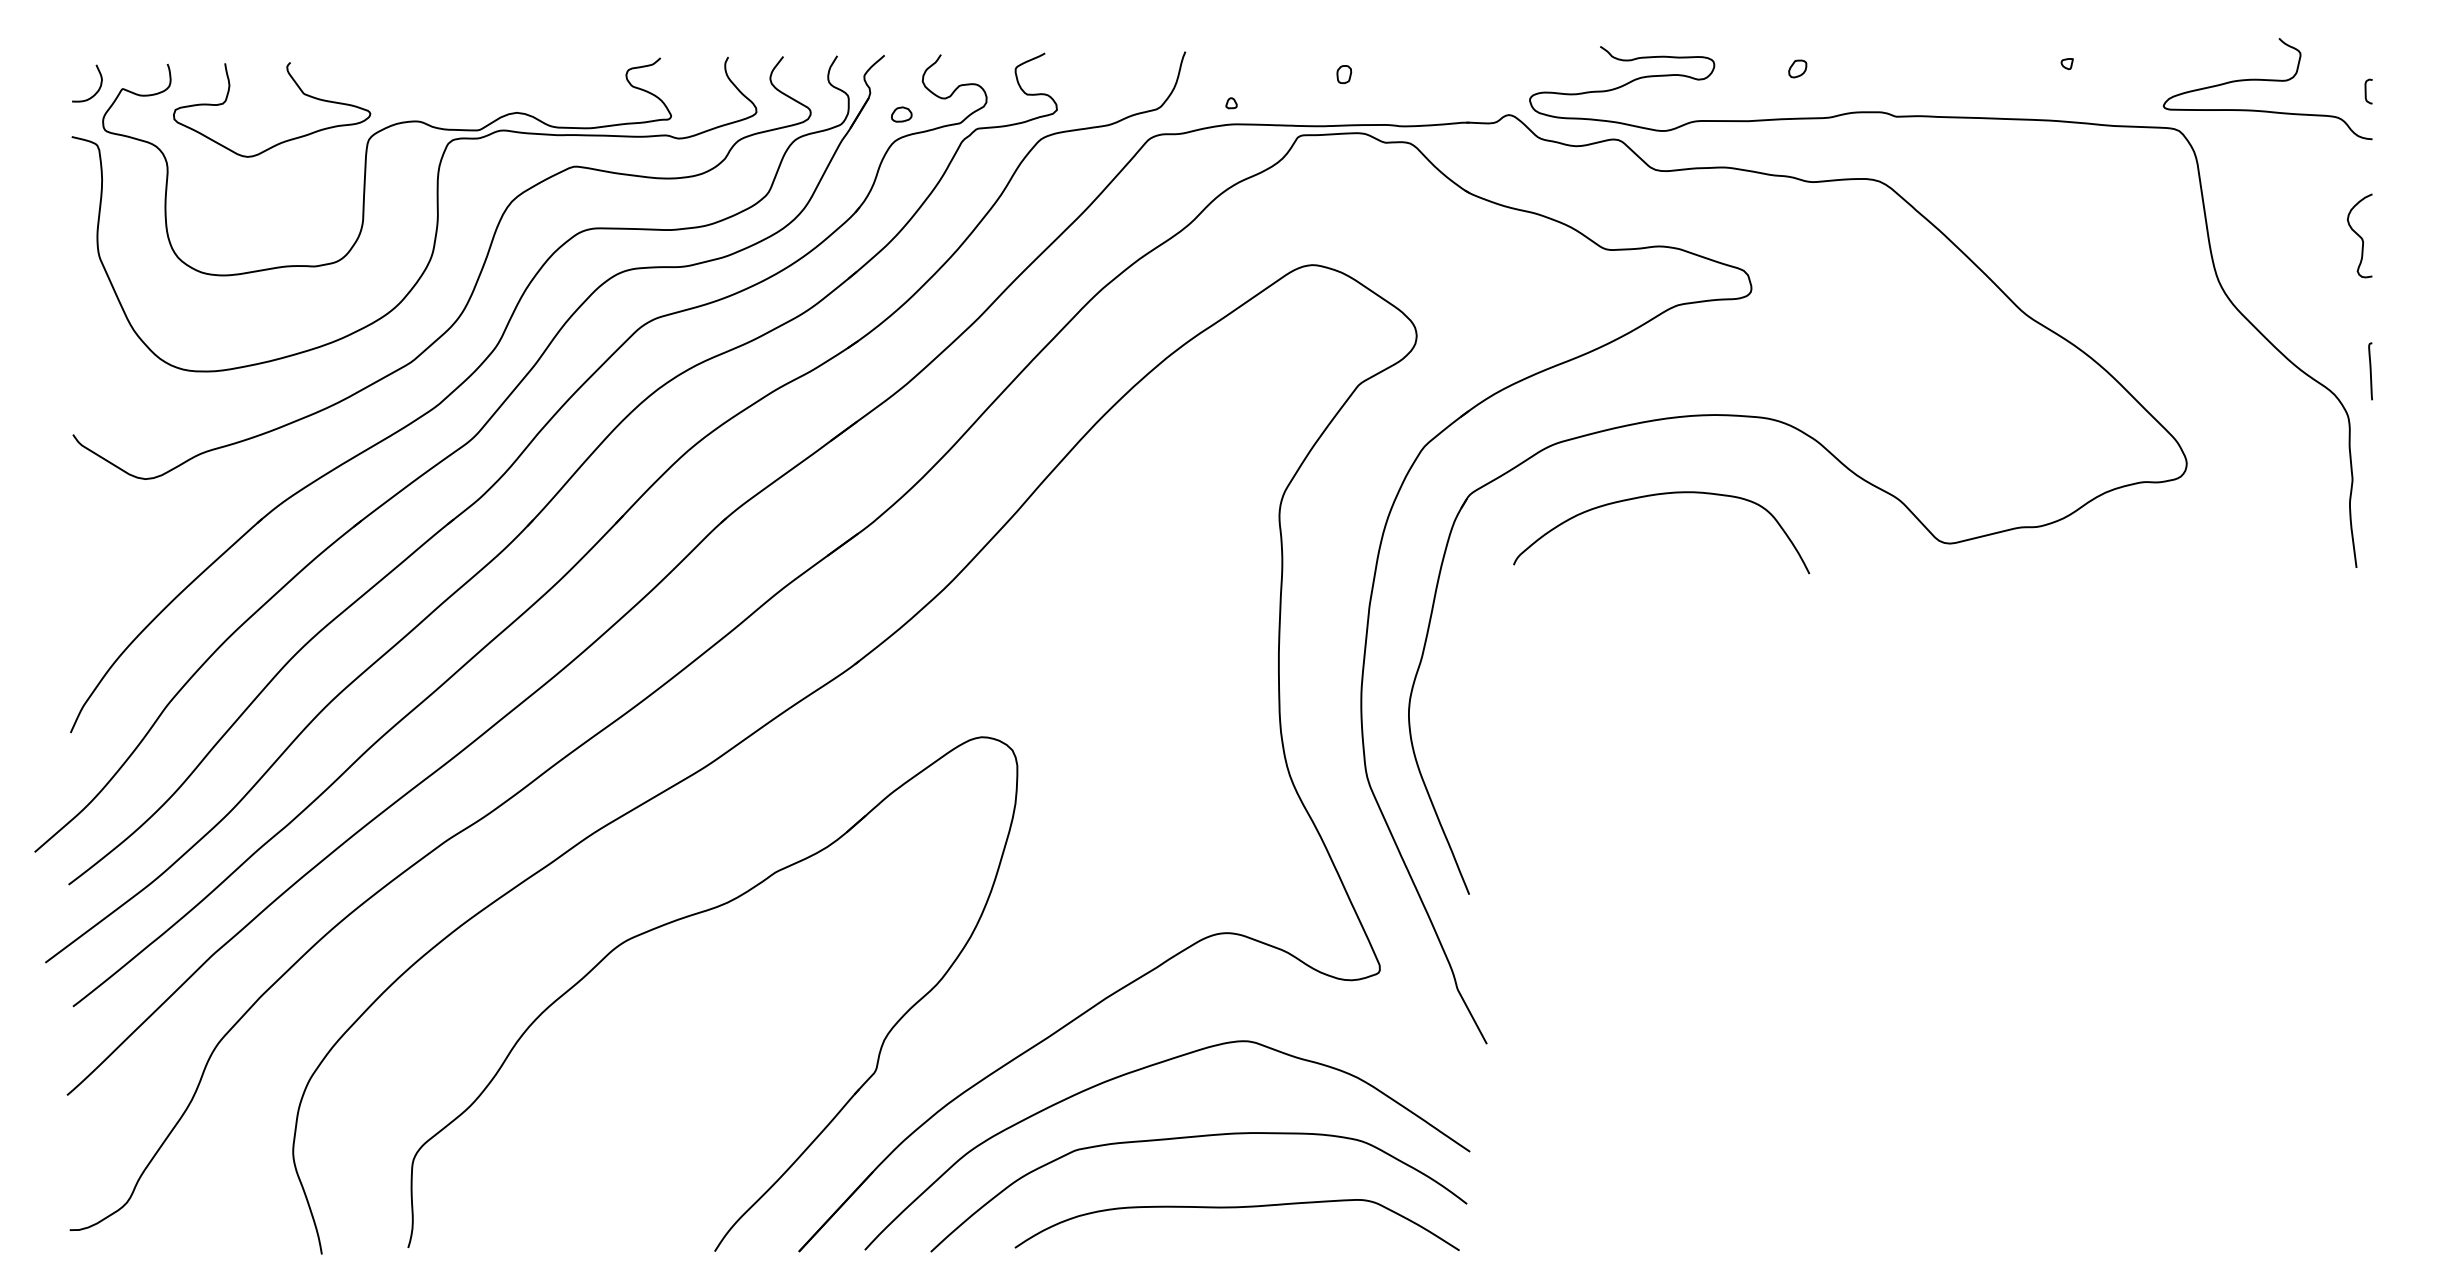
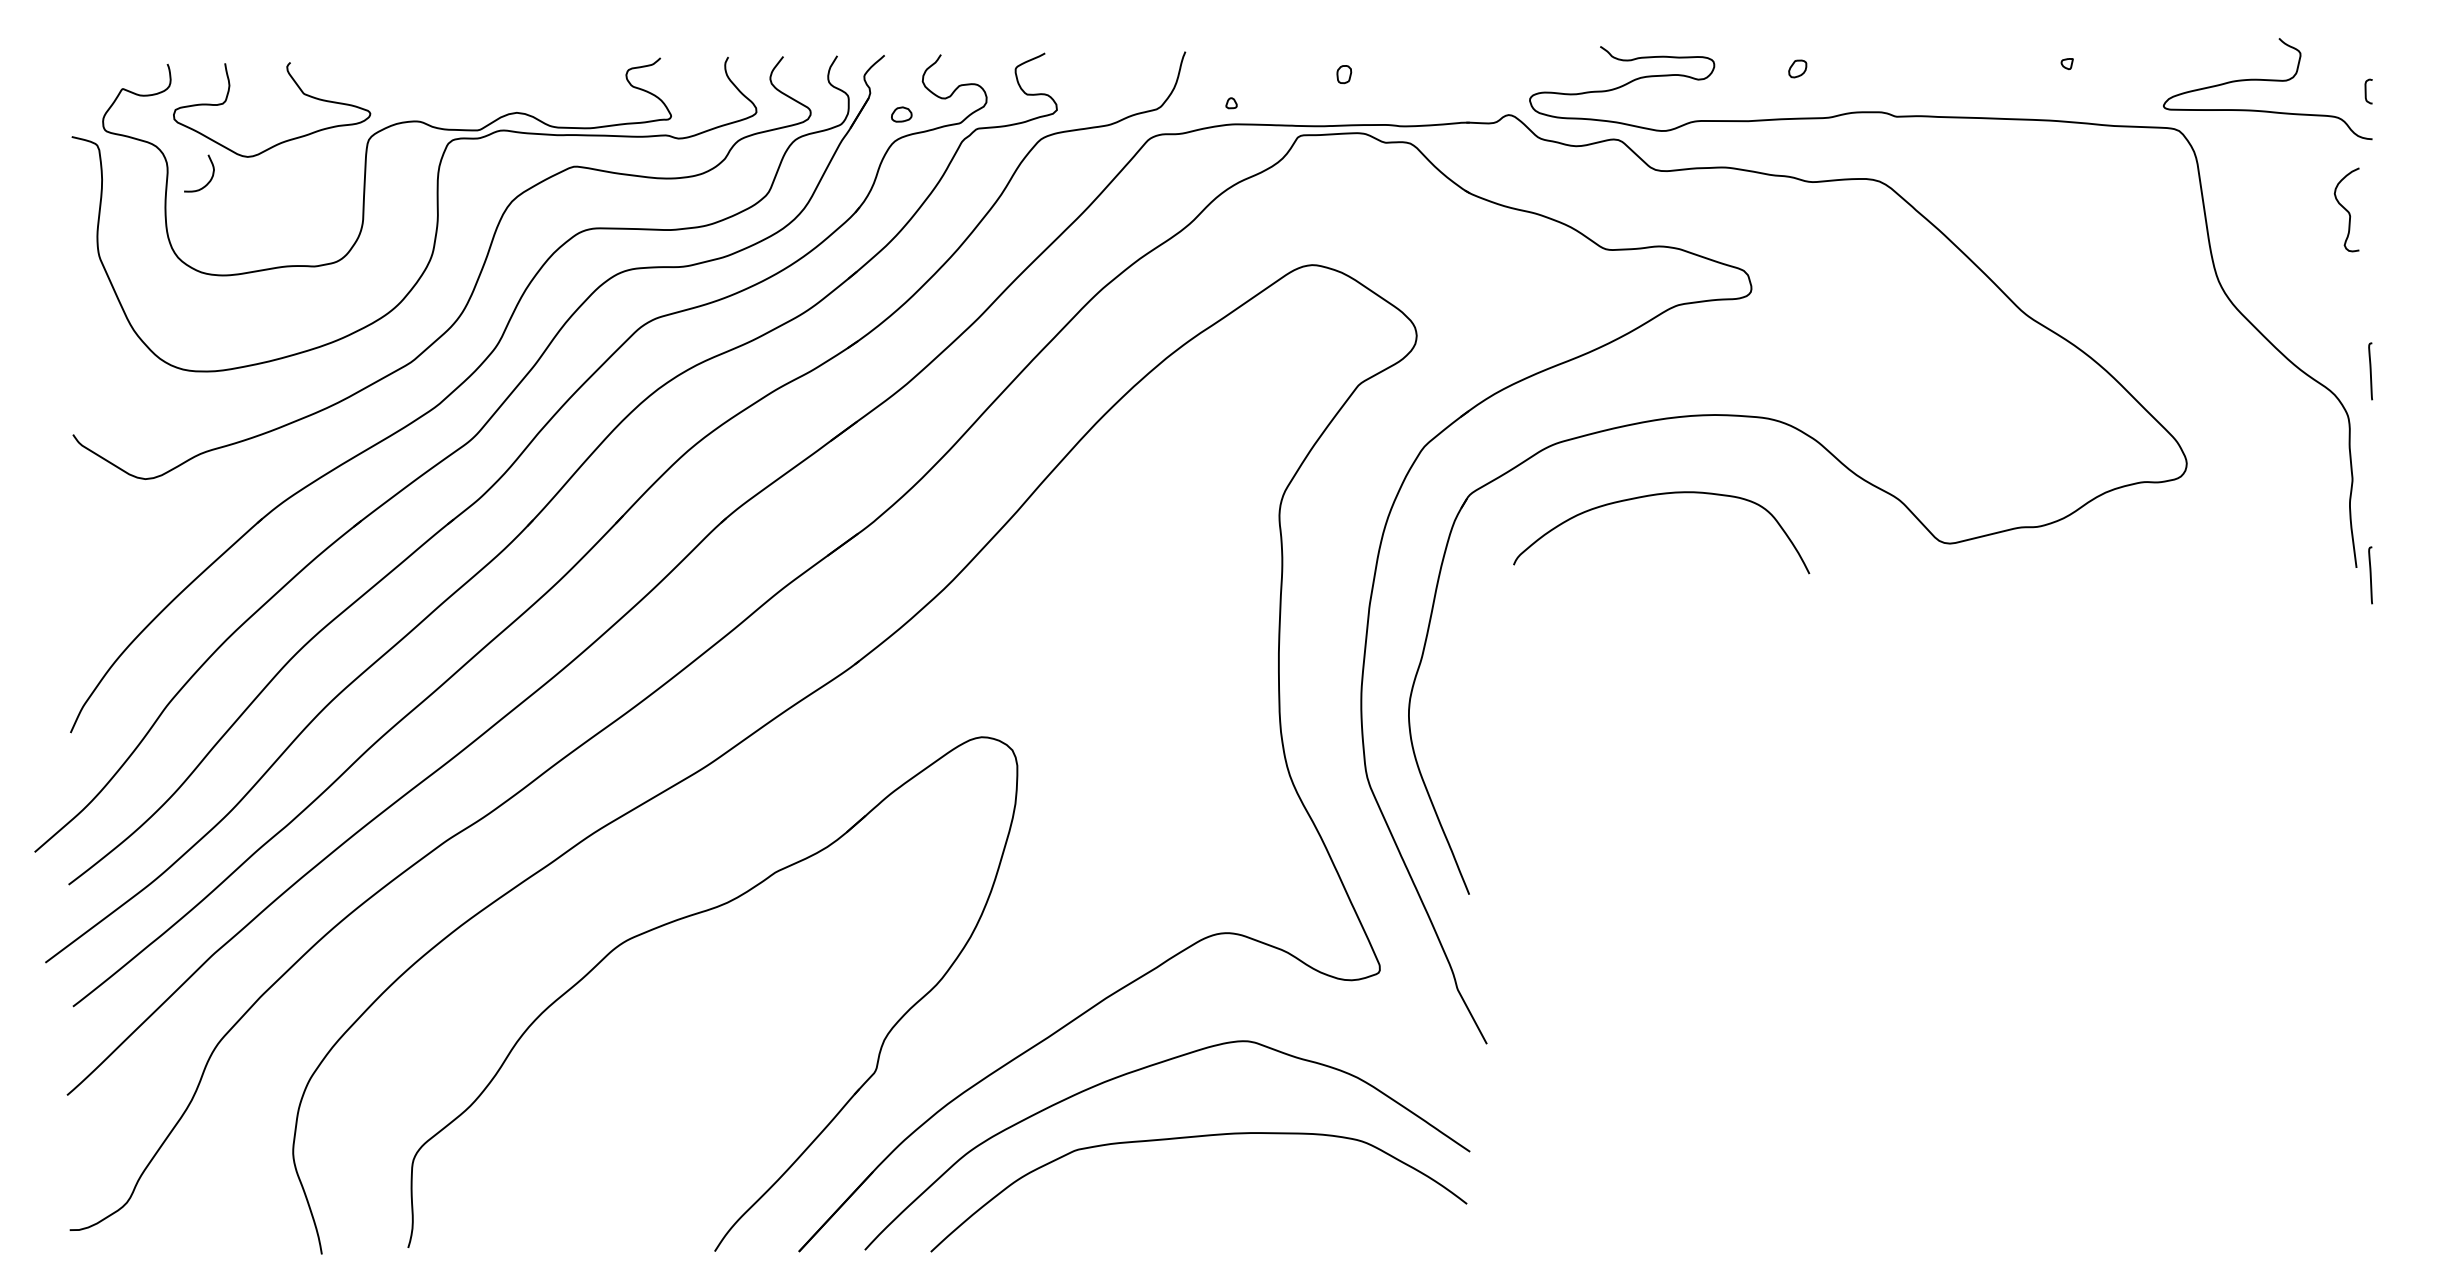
curve at (96, 91) position: (96, 91) -> (208, 181)
curve at (2359, 235) position: (2359, 235) -> (2346, 209)
curve at (2370, 575): none -> present
curve at (1236, 1208): present -> none
